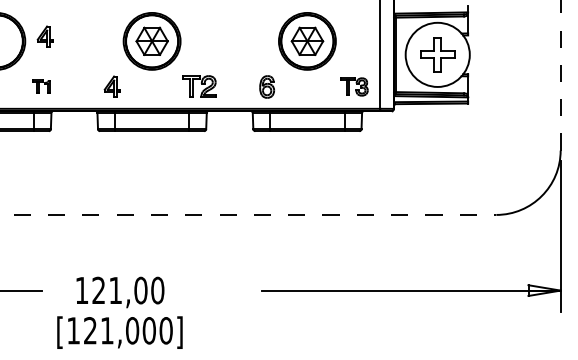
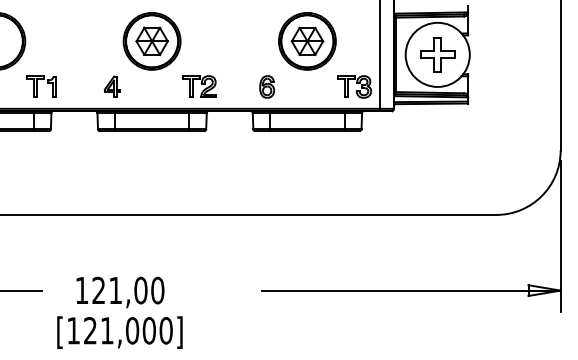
part at (44, 36): present -> none
line at (560, 75): dashed -> solid
part at (41, 86) size: 19x15 px -> 31x23 px
part at (354, 86) size: 29x20 px -> 35x24 px
line at (248, 214): dashed -> solid
